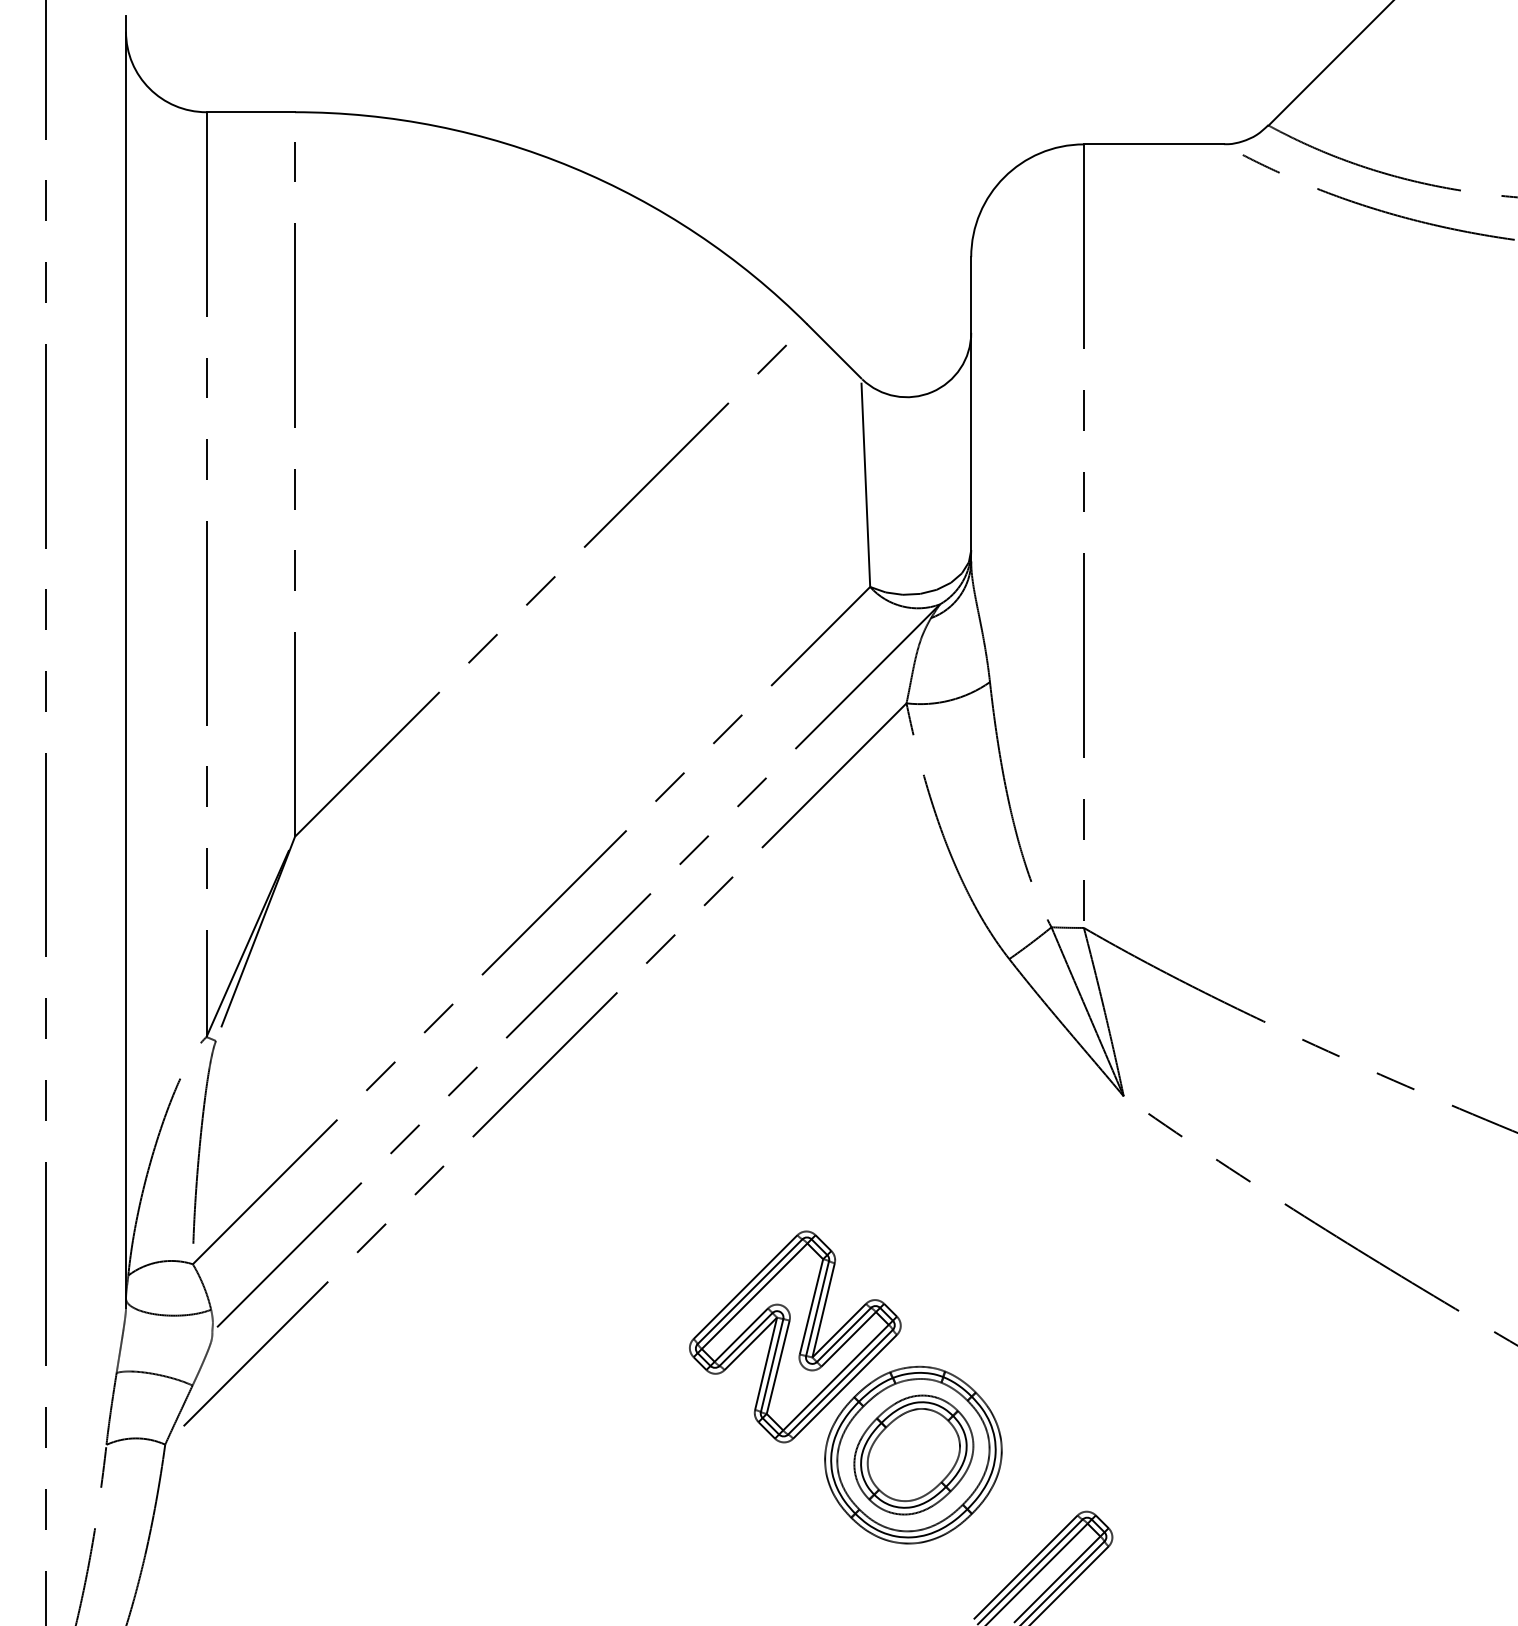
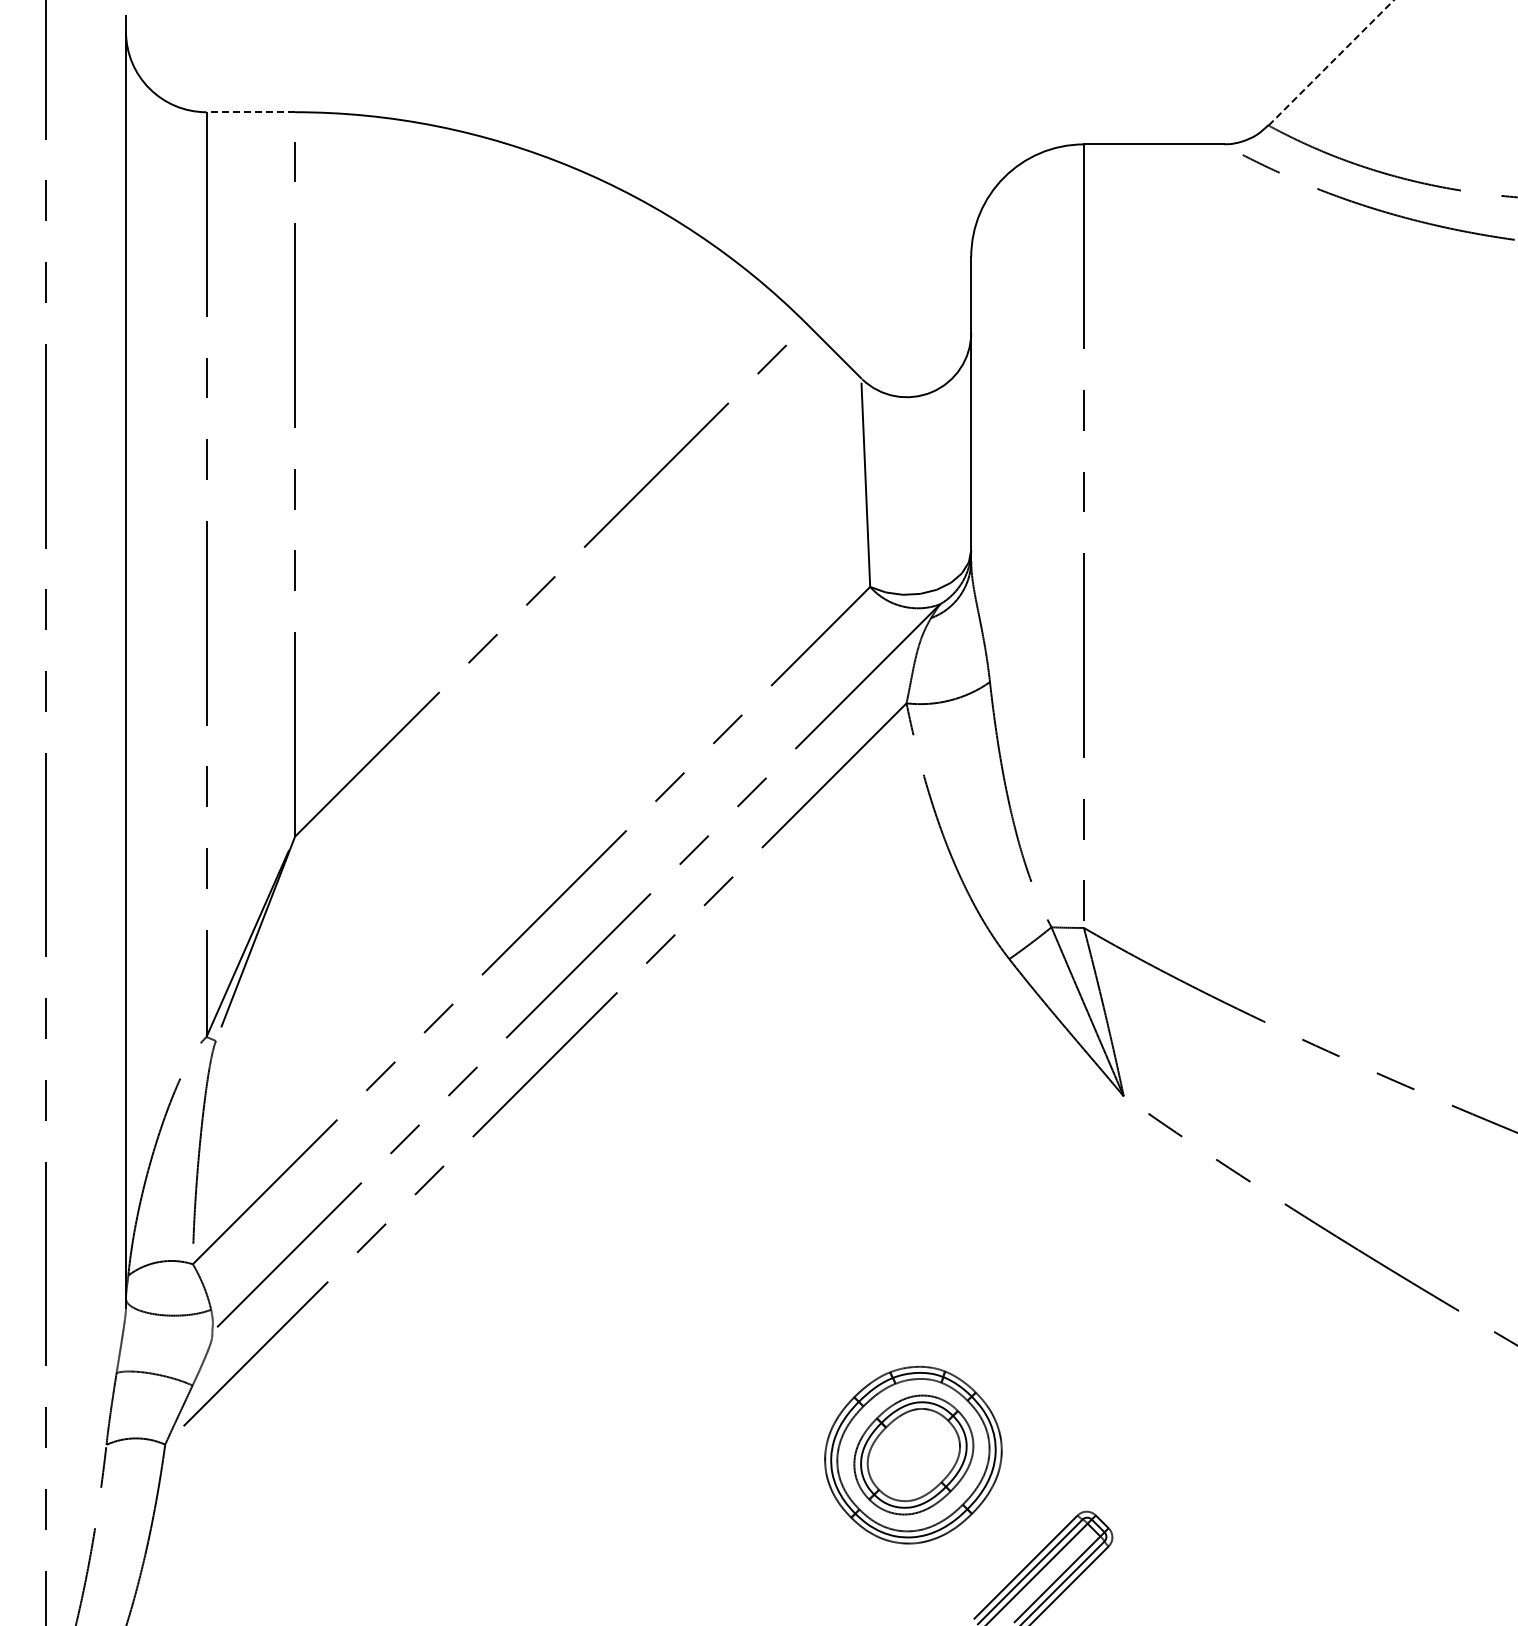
line at (1330, 63): solid -> dashed
line at (250, 112): solid -> dashed
part at (795, 1336): present -> none
